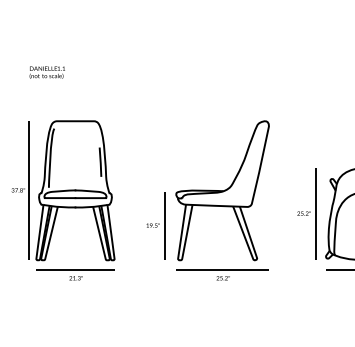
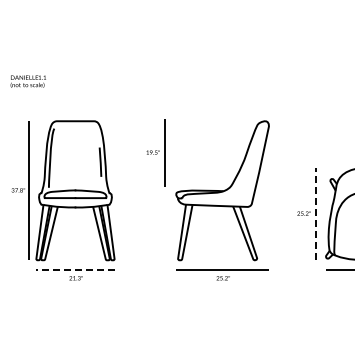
text at (46, 72) position: (46, 72) -> (27, 81)
line at (316, 213): solid -> dashed
part at (155, 225) position: (155, 225) -> (155, 152)
line at (74, 270): solid -> dashed
